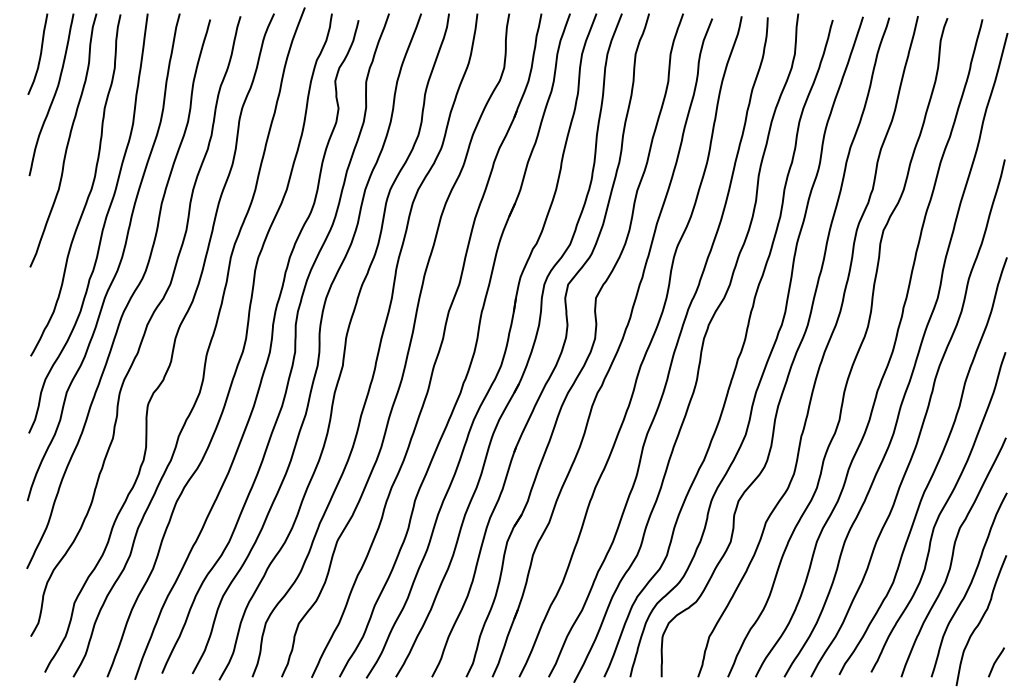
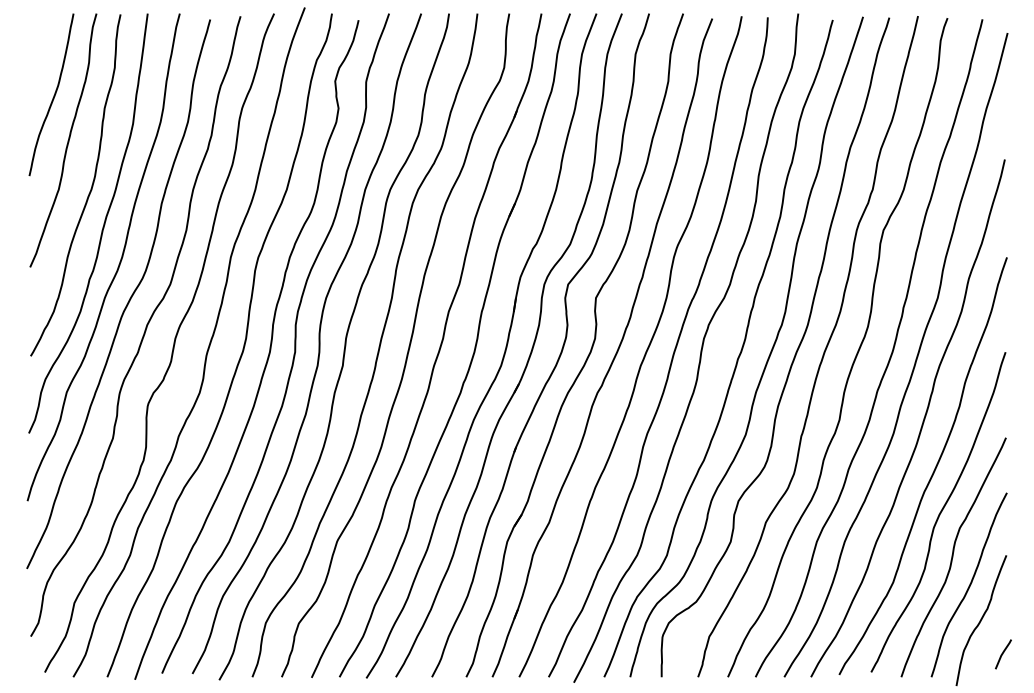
curve at (39, 55): present -> none
line at (996, 662) position: (996, 662) -> (1003, 654)
